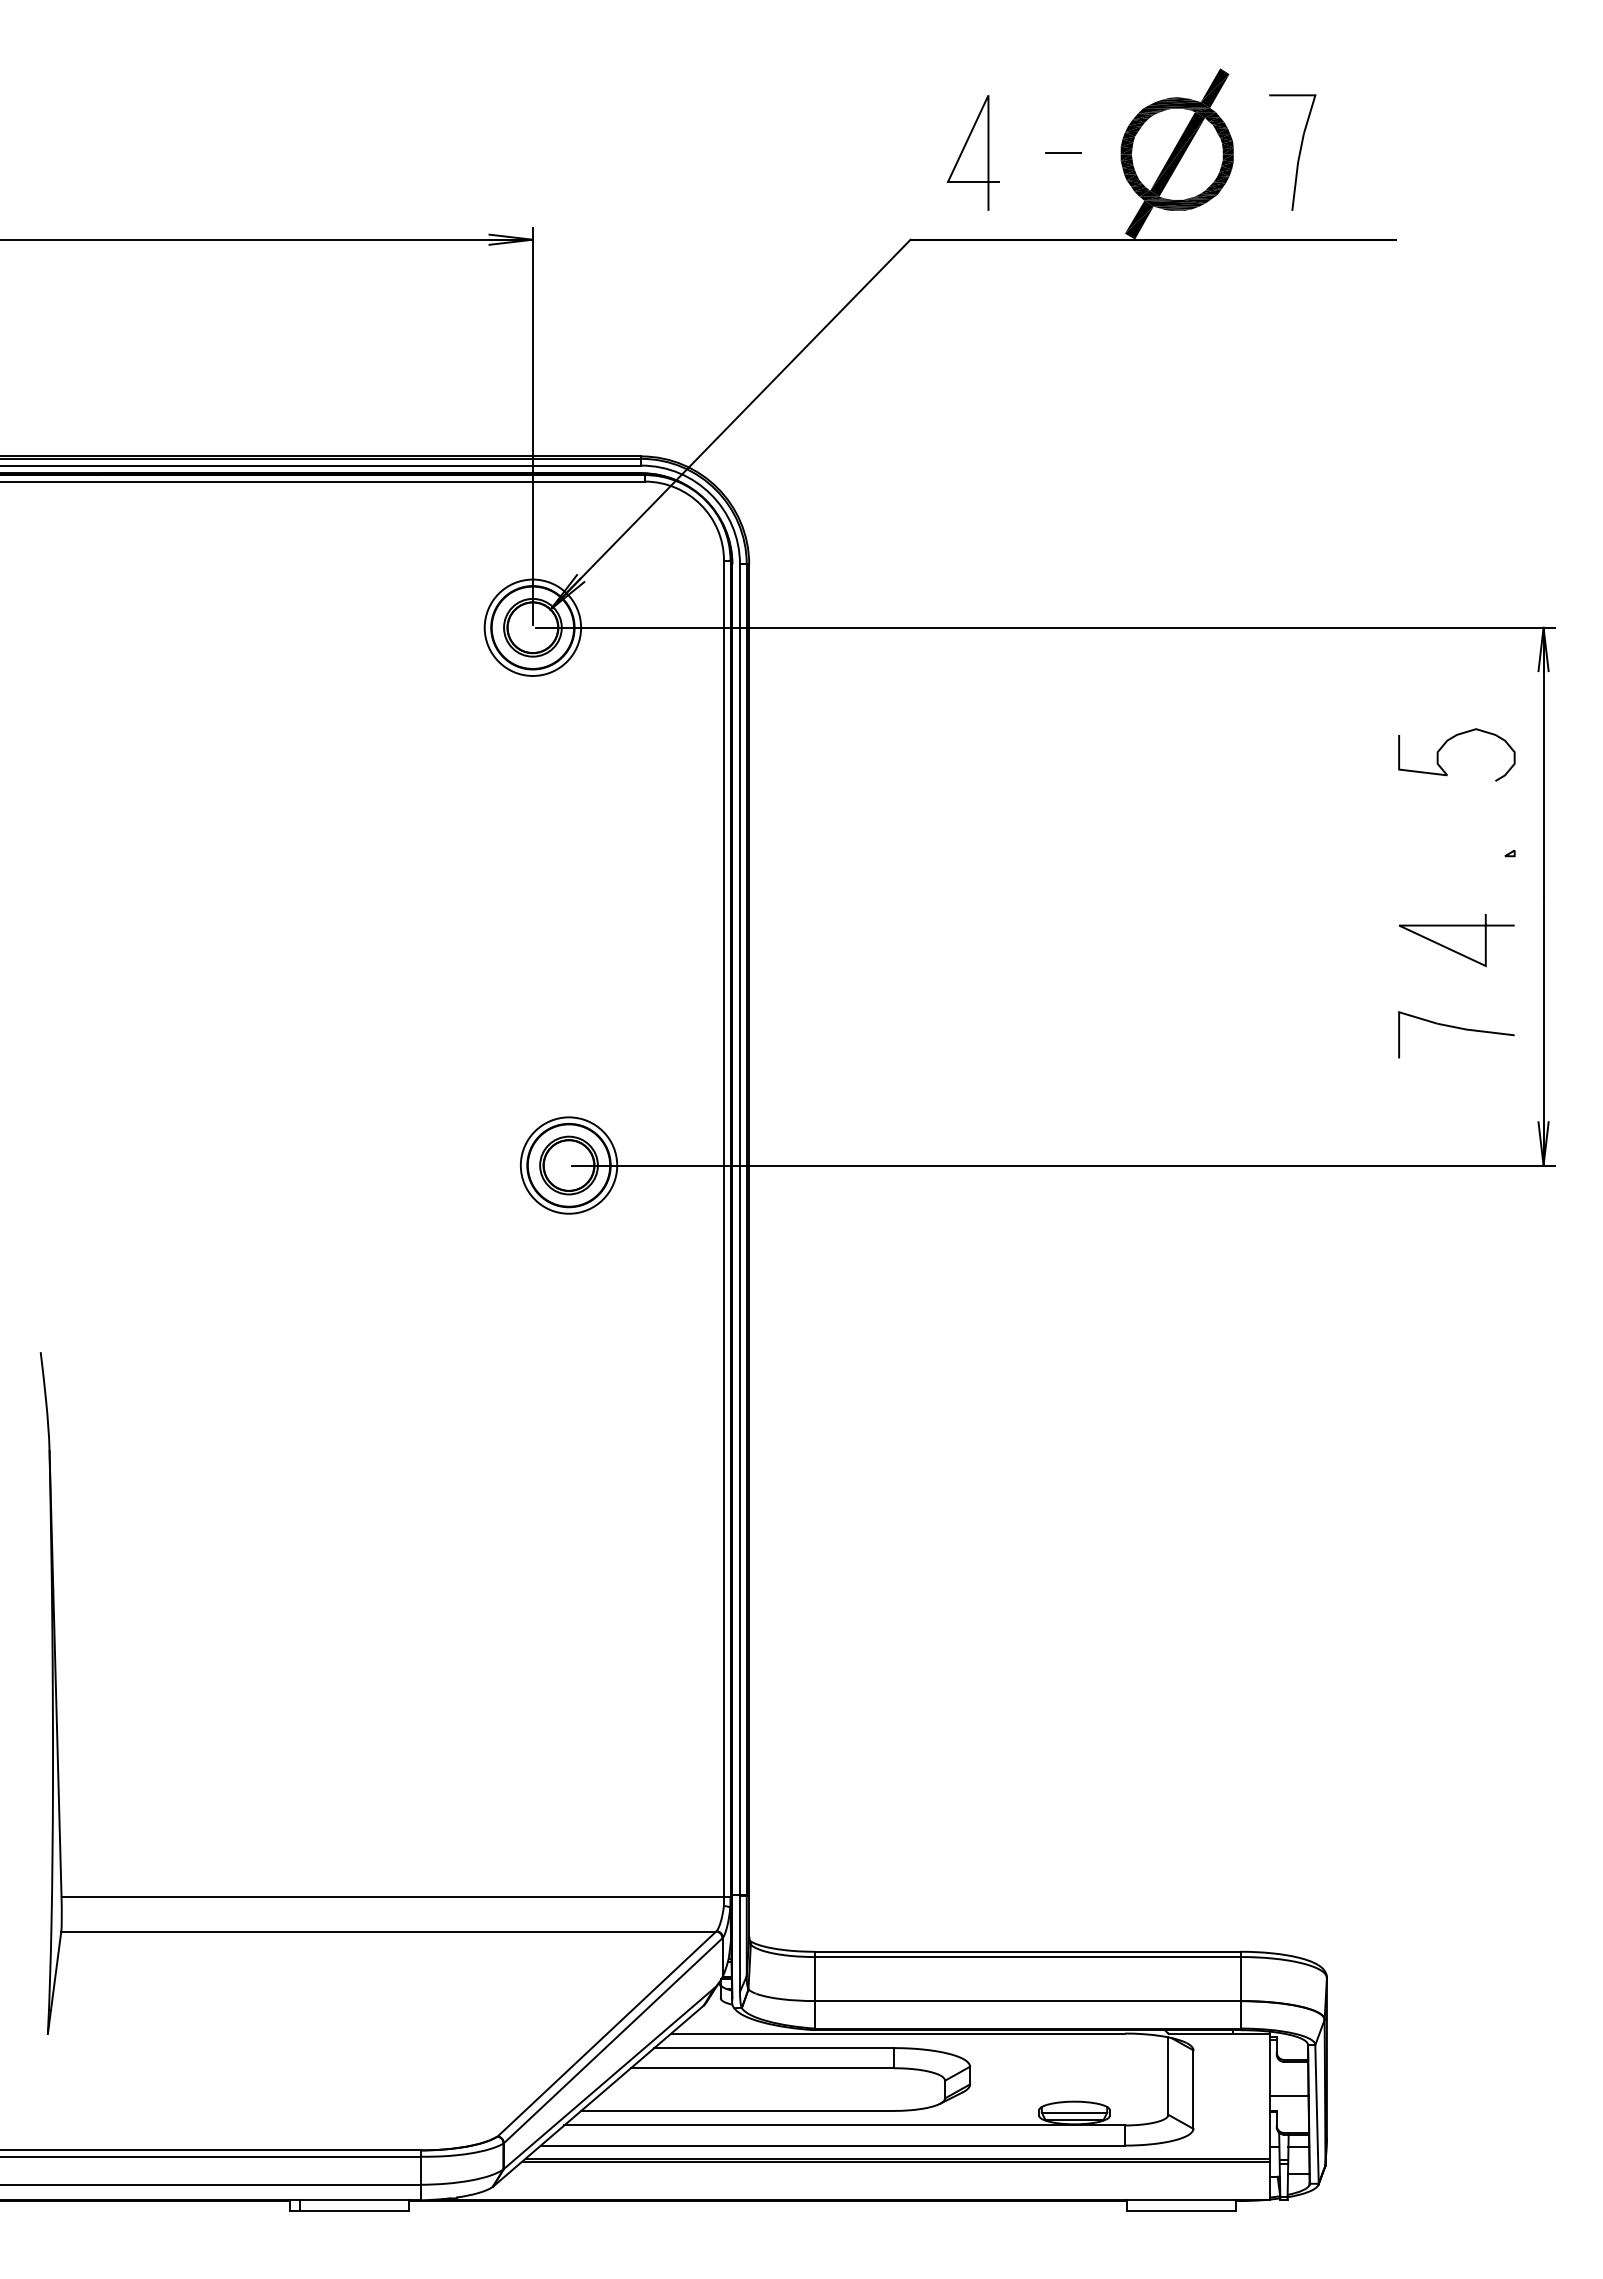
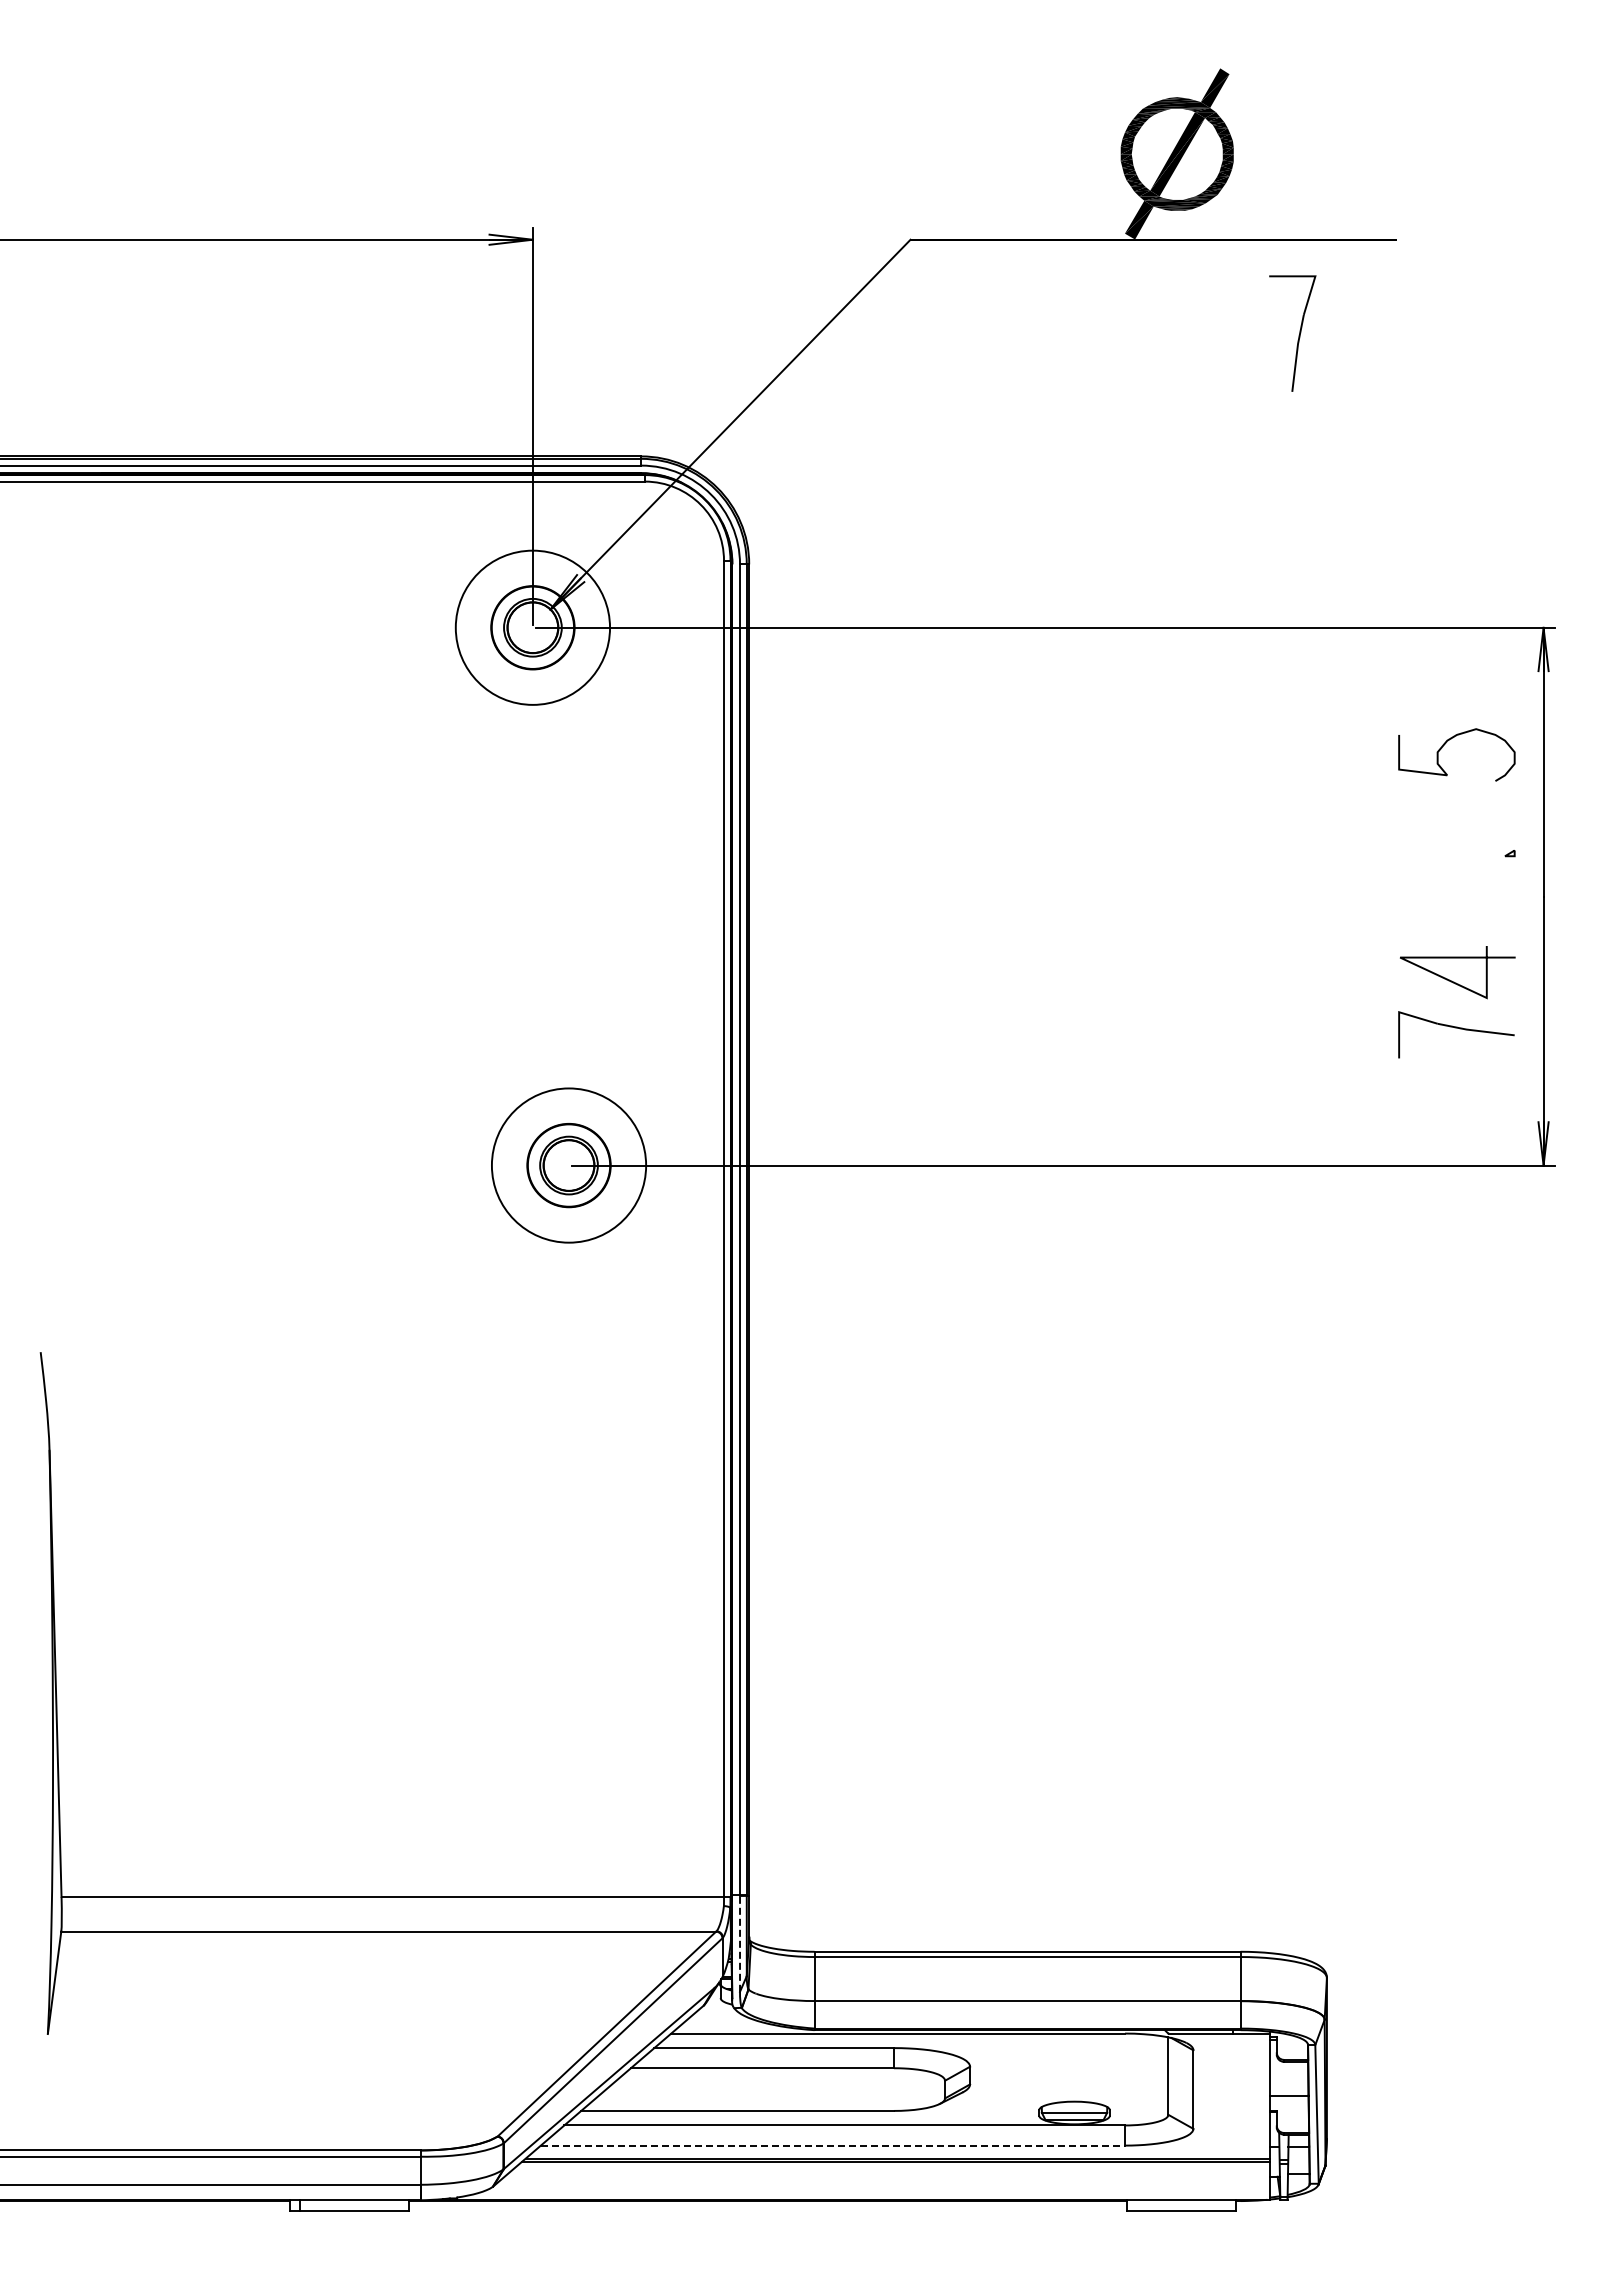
line at (964, 149): present -> none
line at (1063, 153): present -> none
part at (1298, 154) position: (1298, 154) -> (1298, 335)
circle at (532, 627) diameter: 96 px -> 154 px
line at (1453, 949) position: (1453, 949) -> (1454, 981)
circle at (568, 1165) diameter: 96 px -> 154 px
line at (740, 1943): solid -> dashed
line at (833, 2145): solid -> dashed
